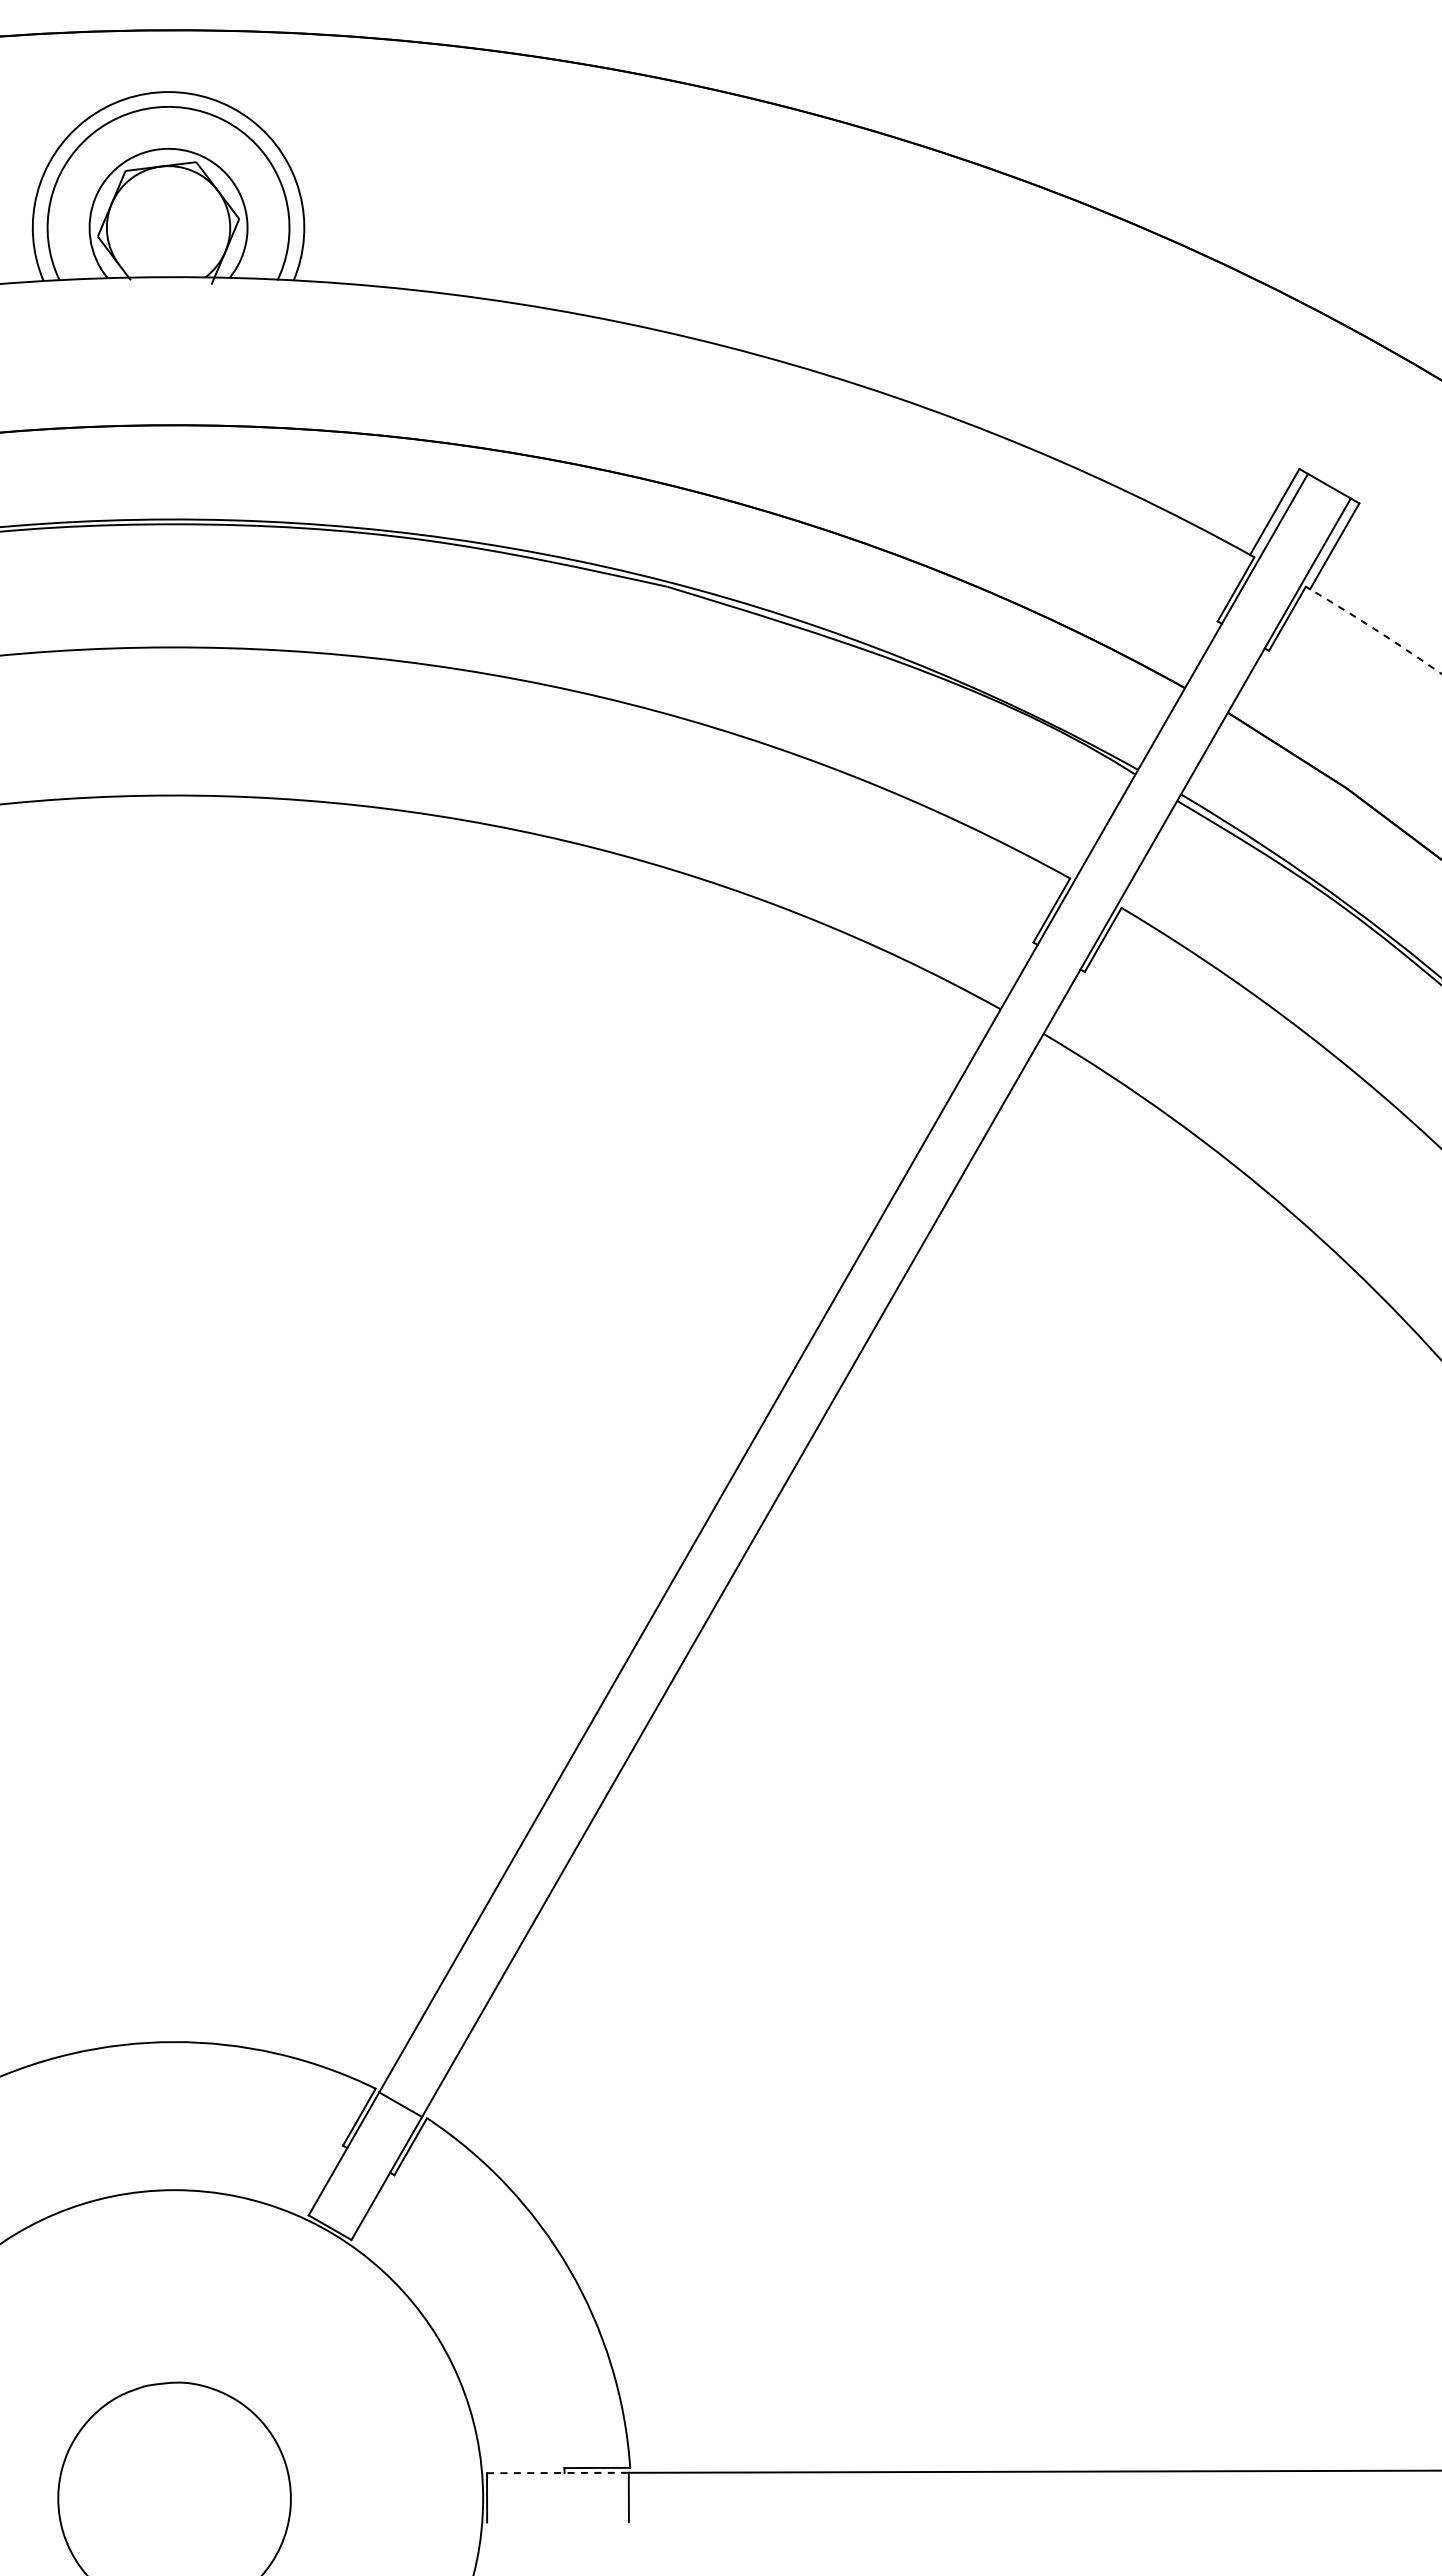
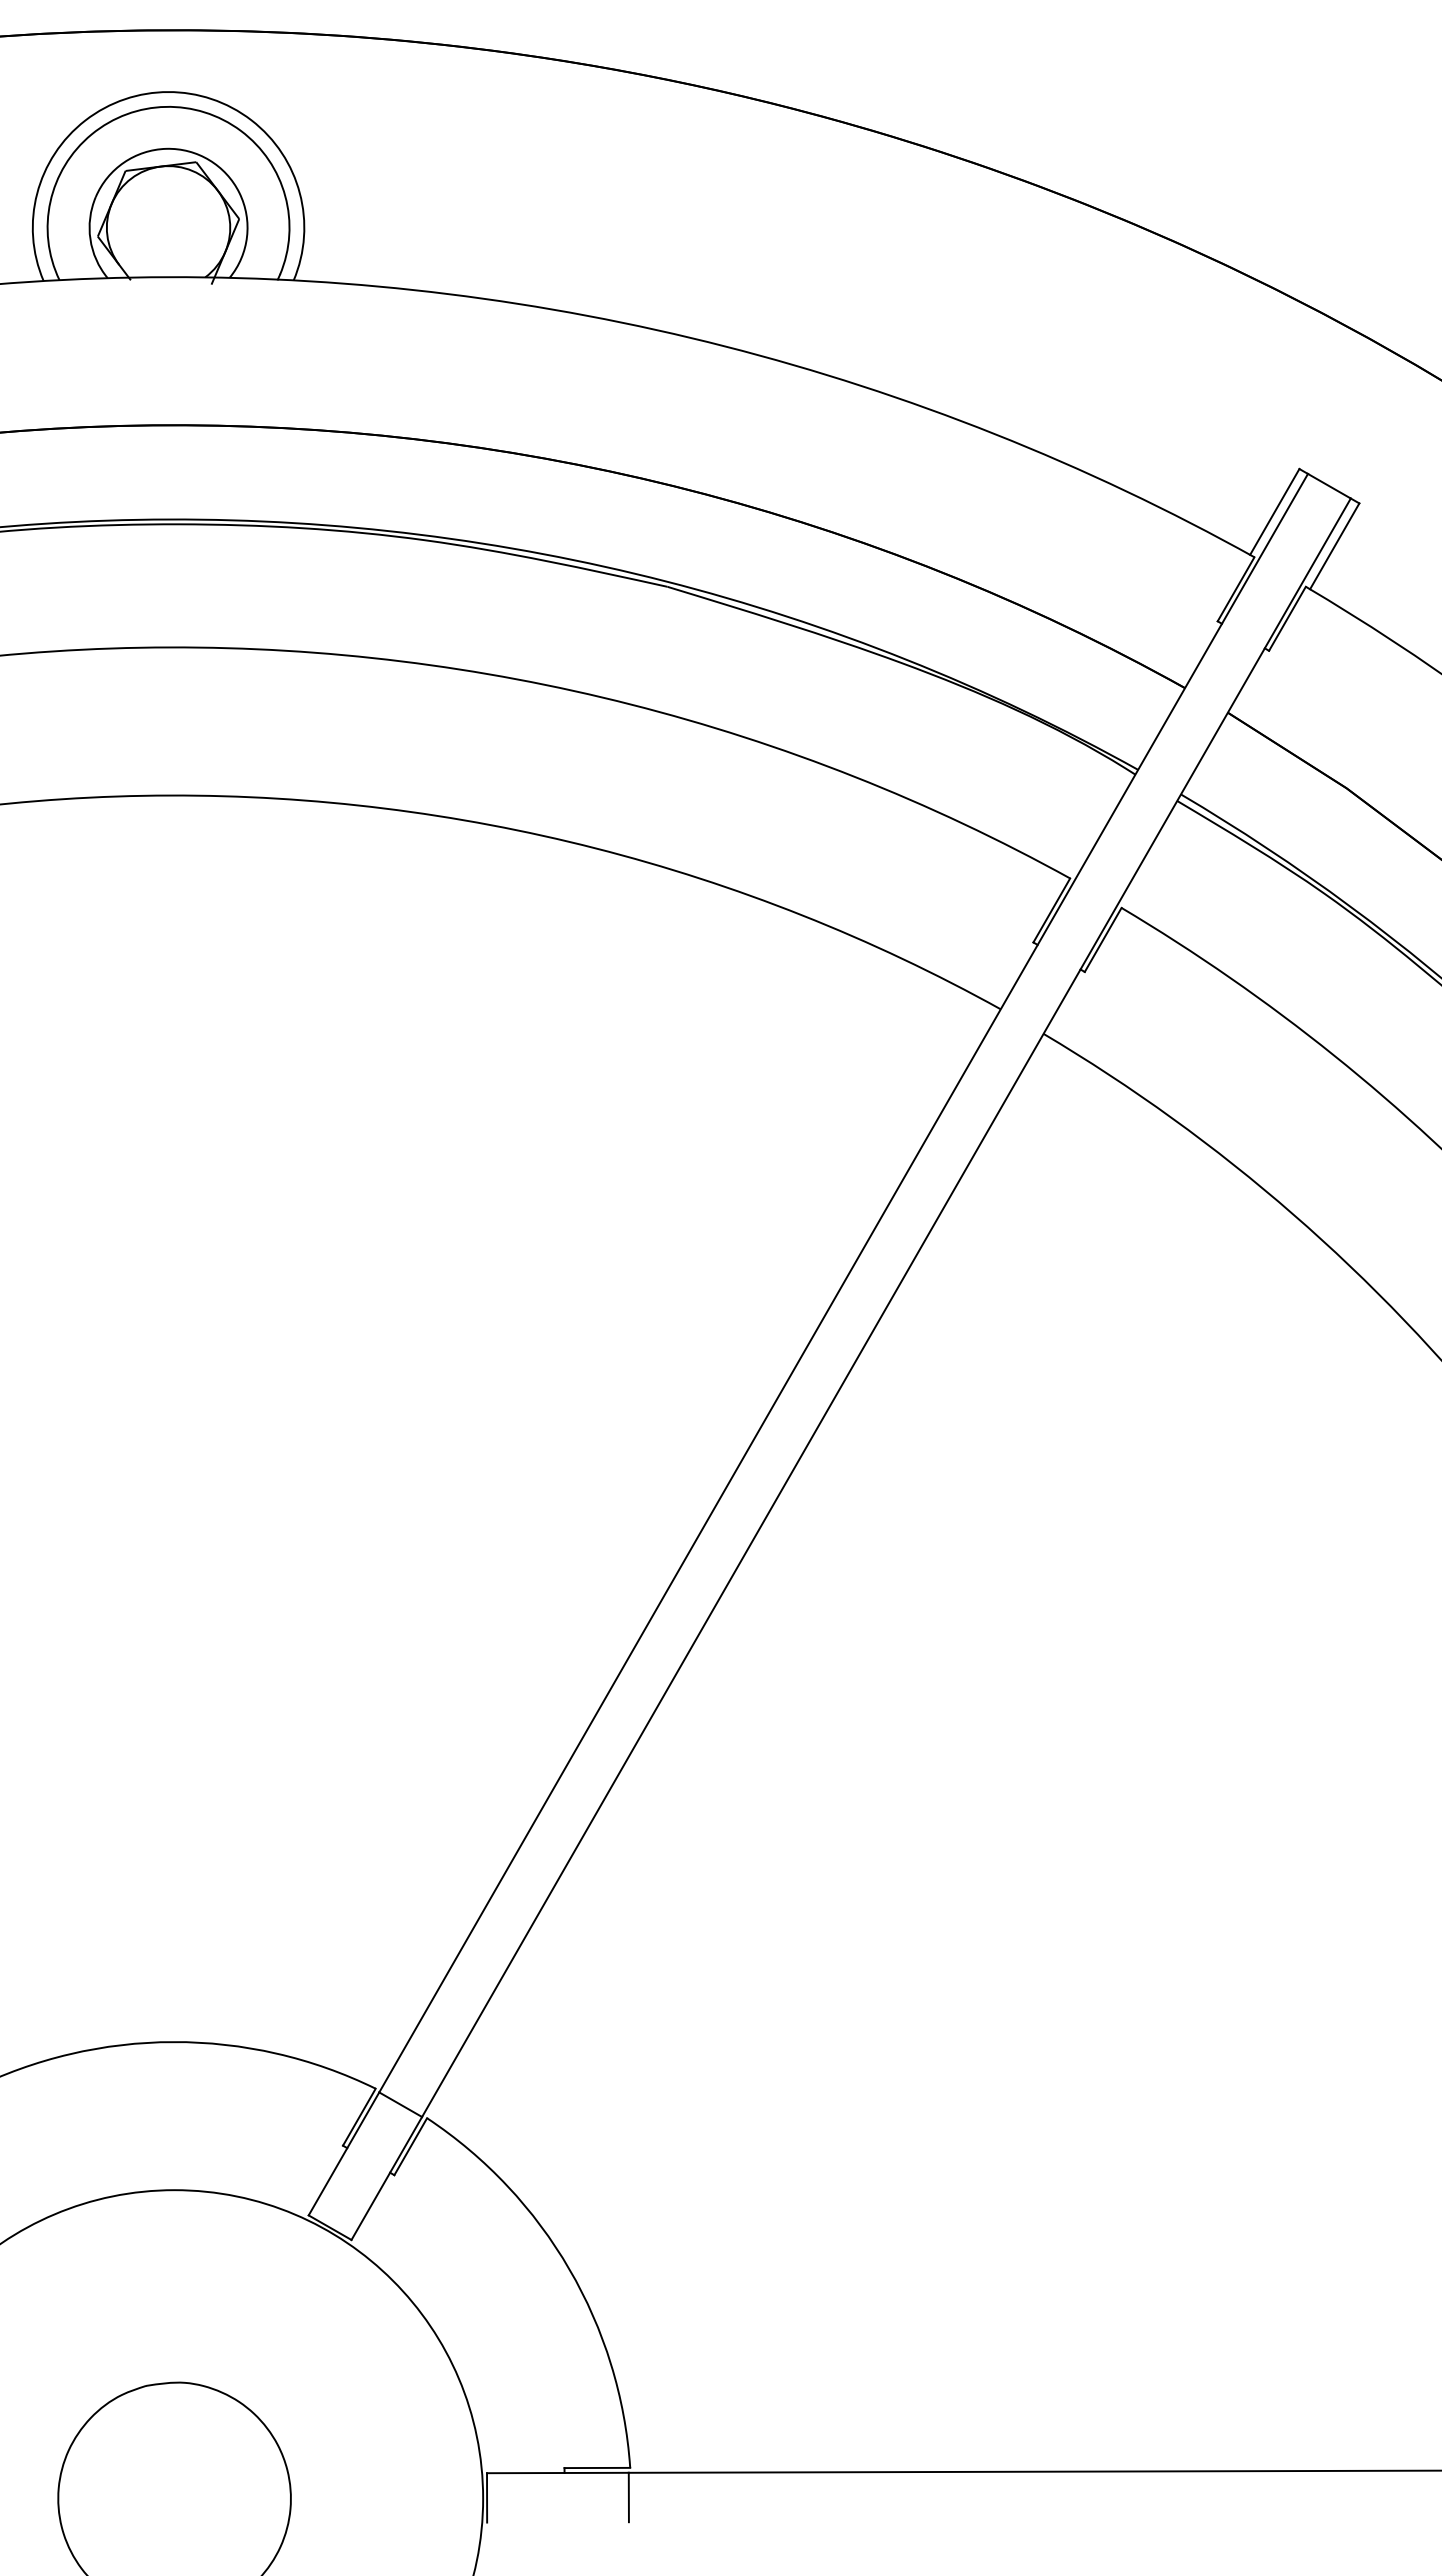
arc at (1374, 629): dashed -> solid
line at (557, 2473): dashed -> solid
